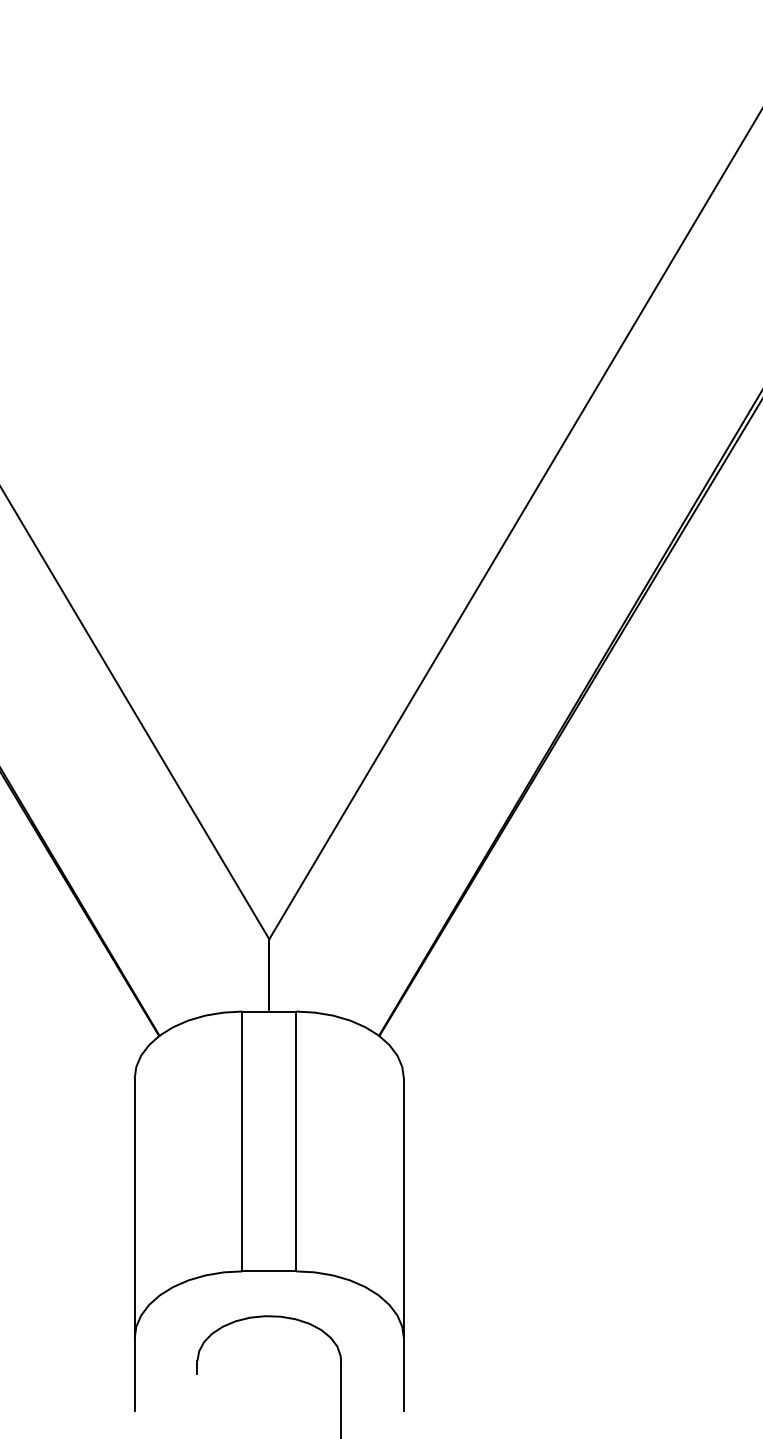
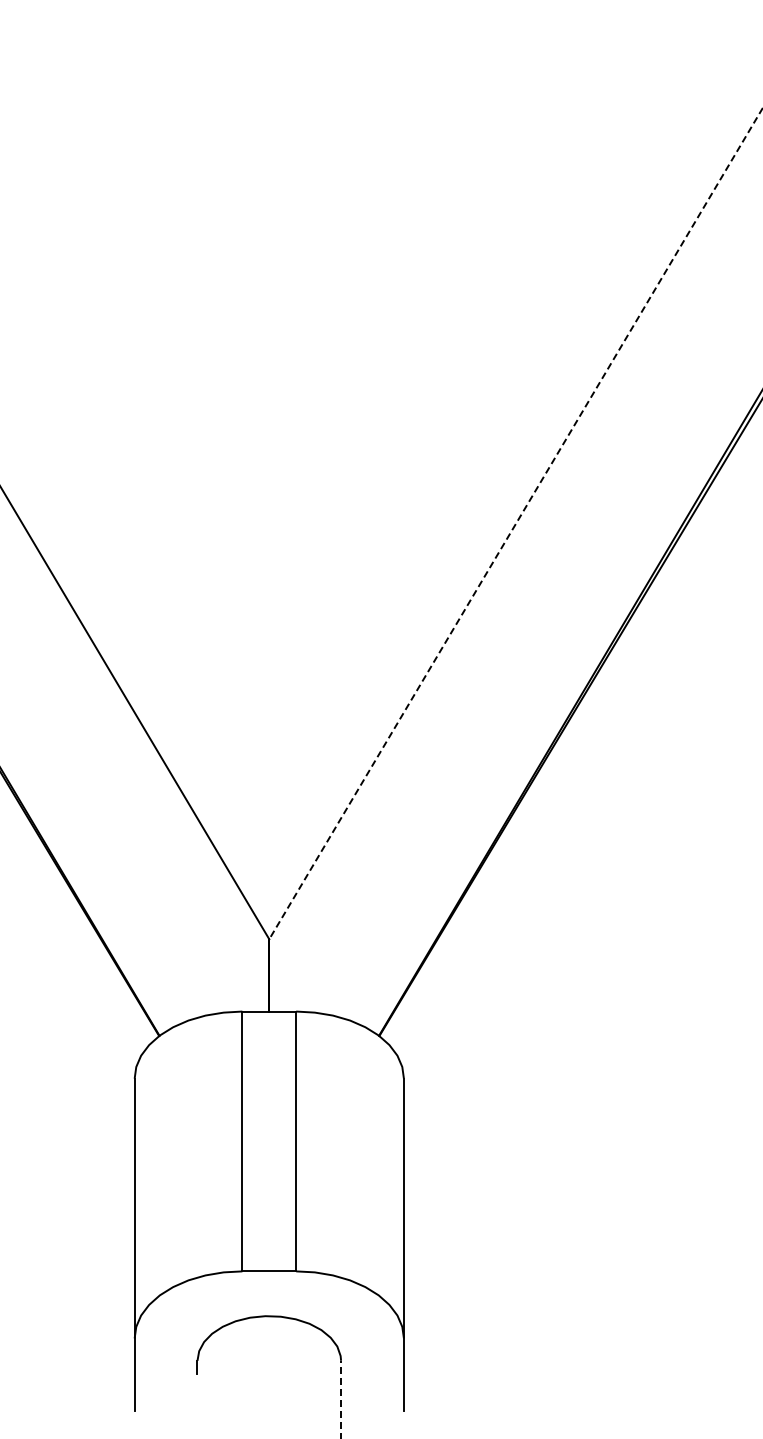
line at (515, 524): solid -> dashed
line at (341, 1399): solid -> dashed
